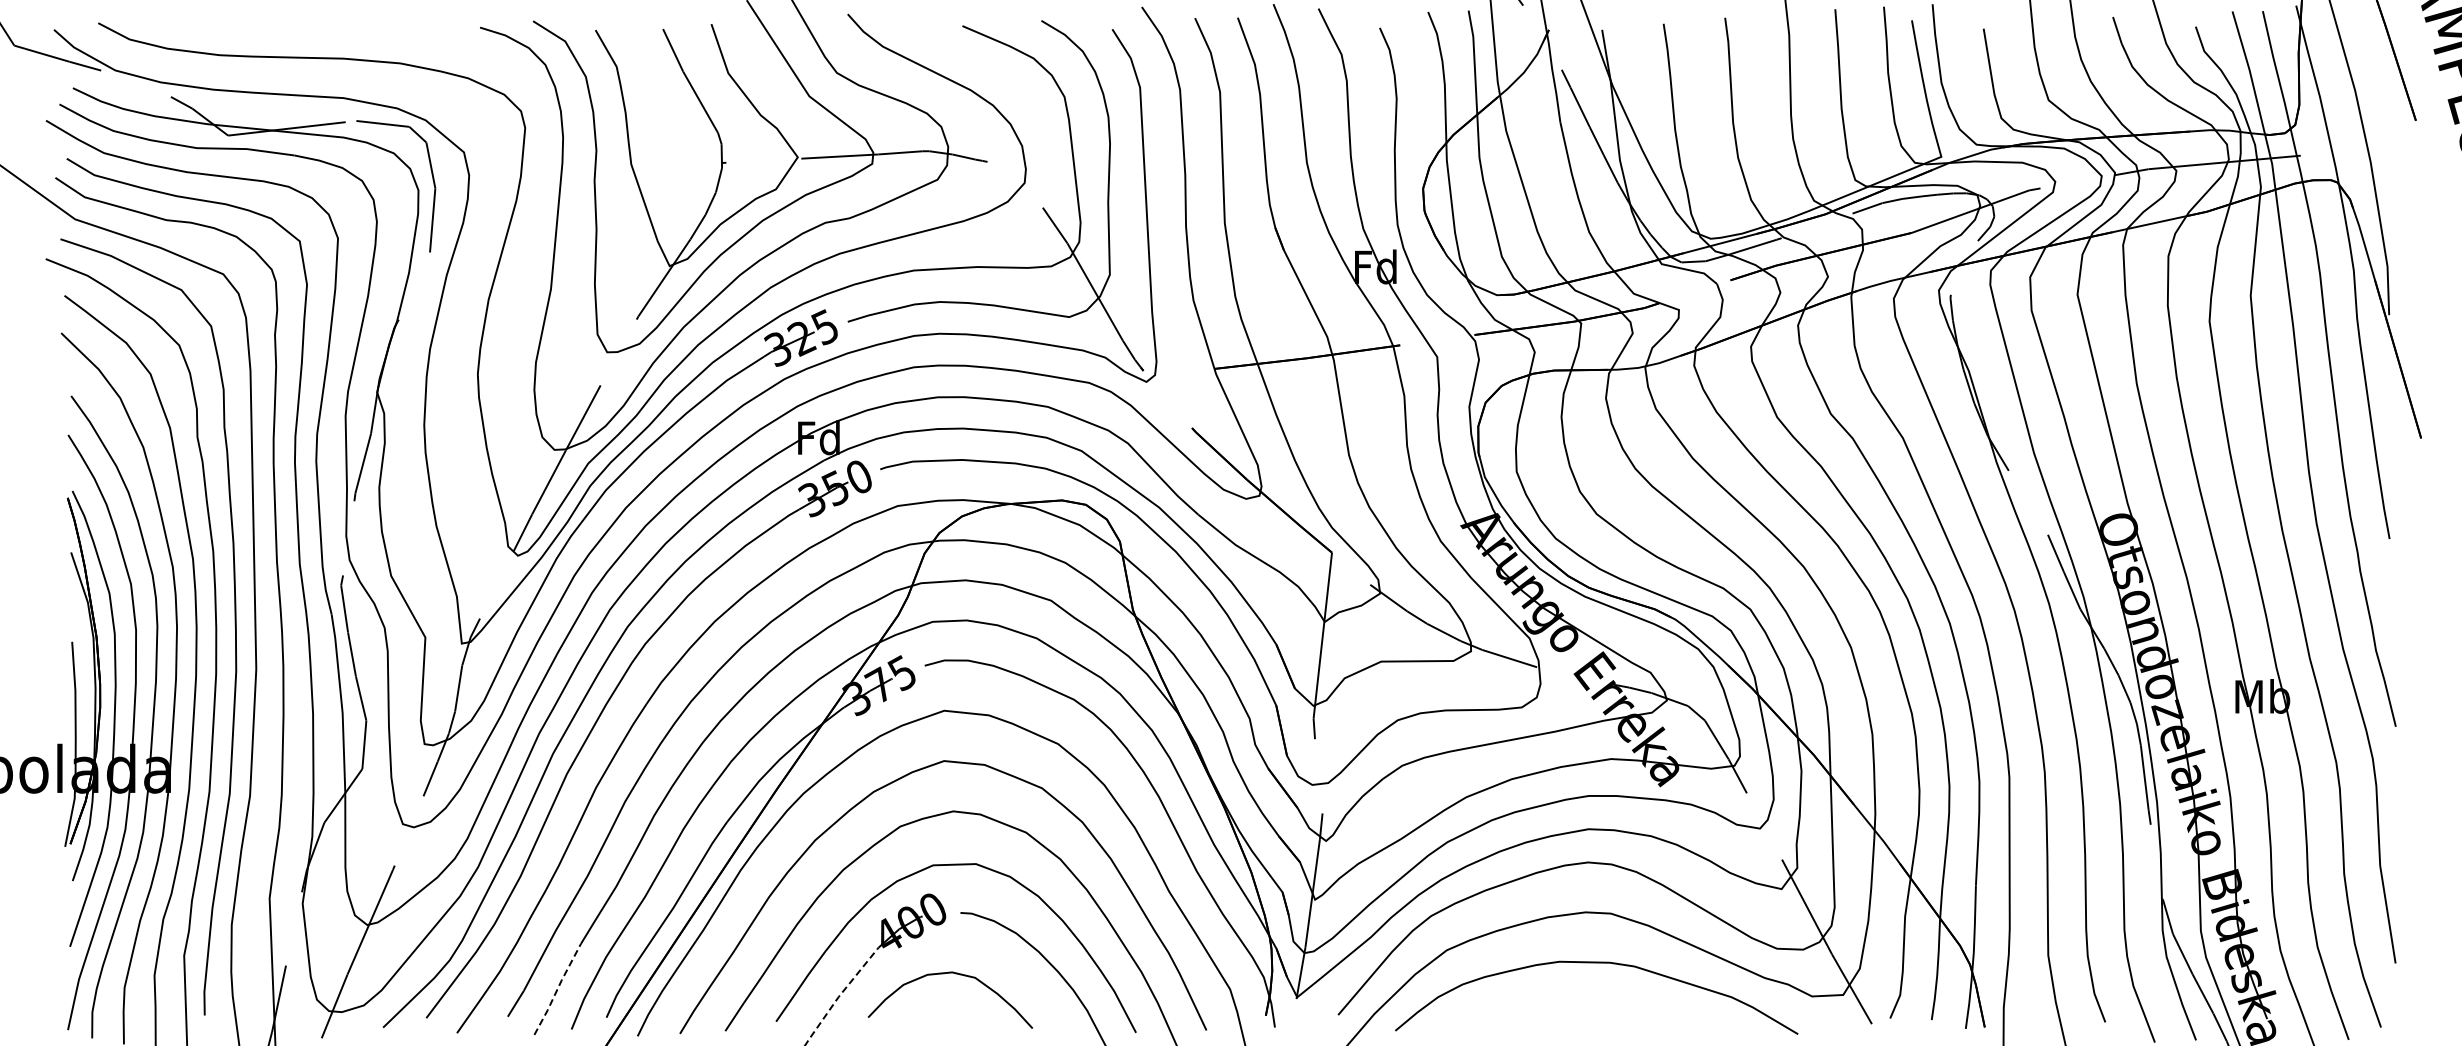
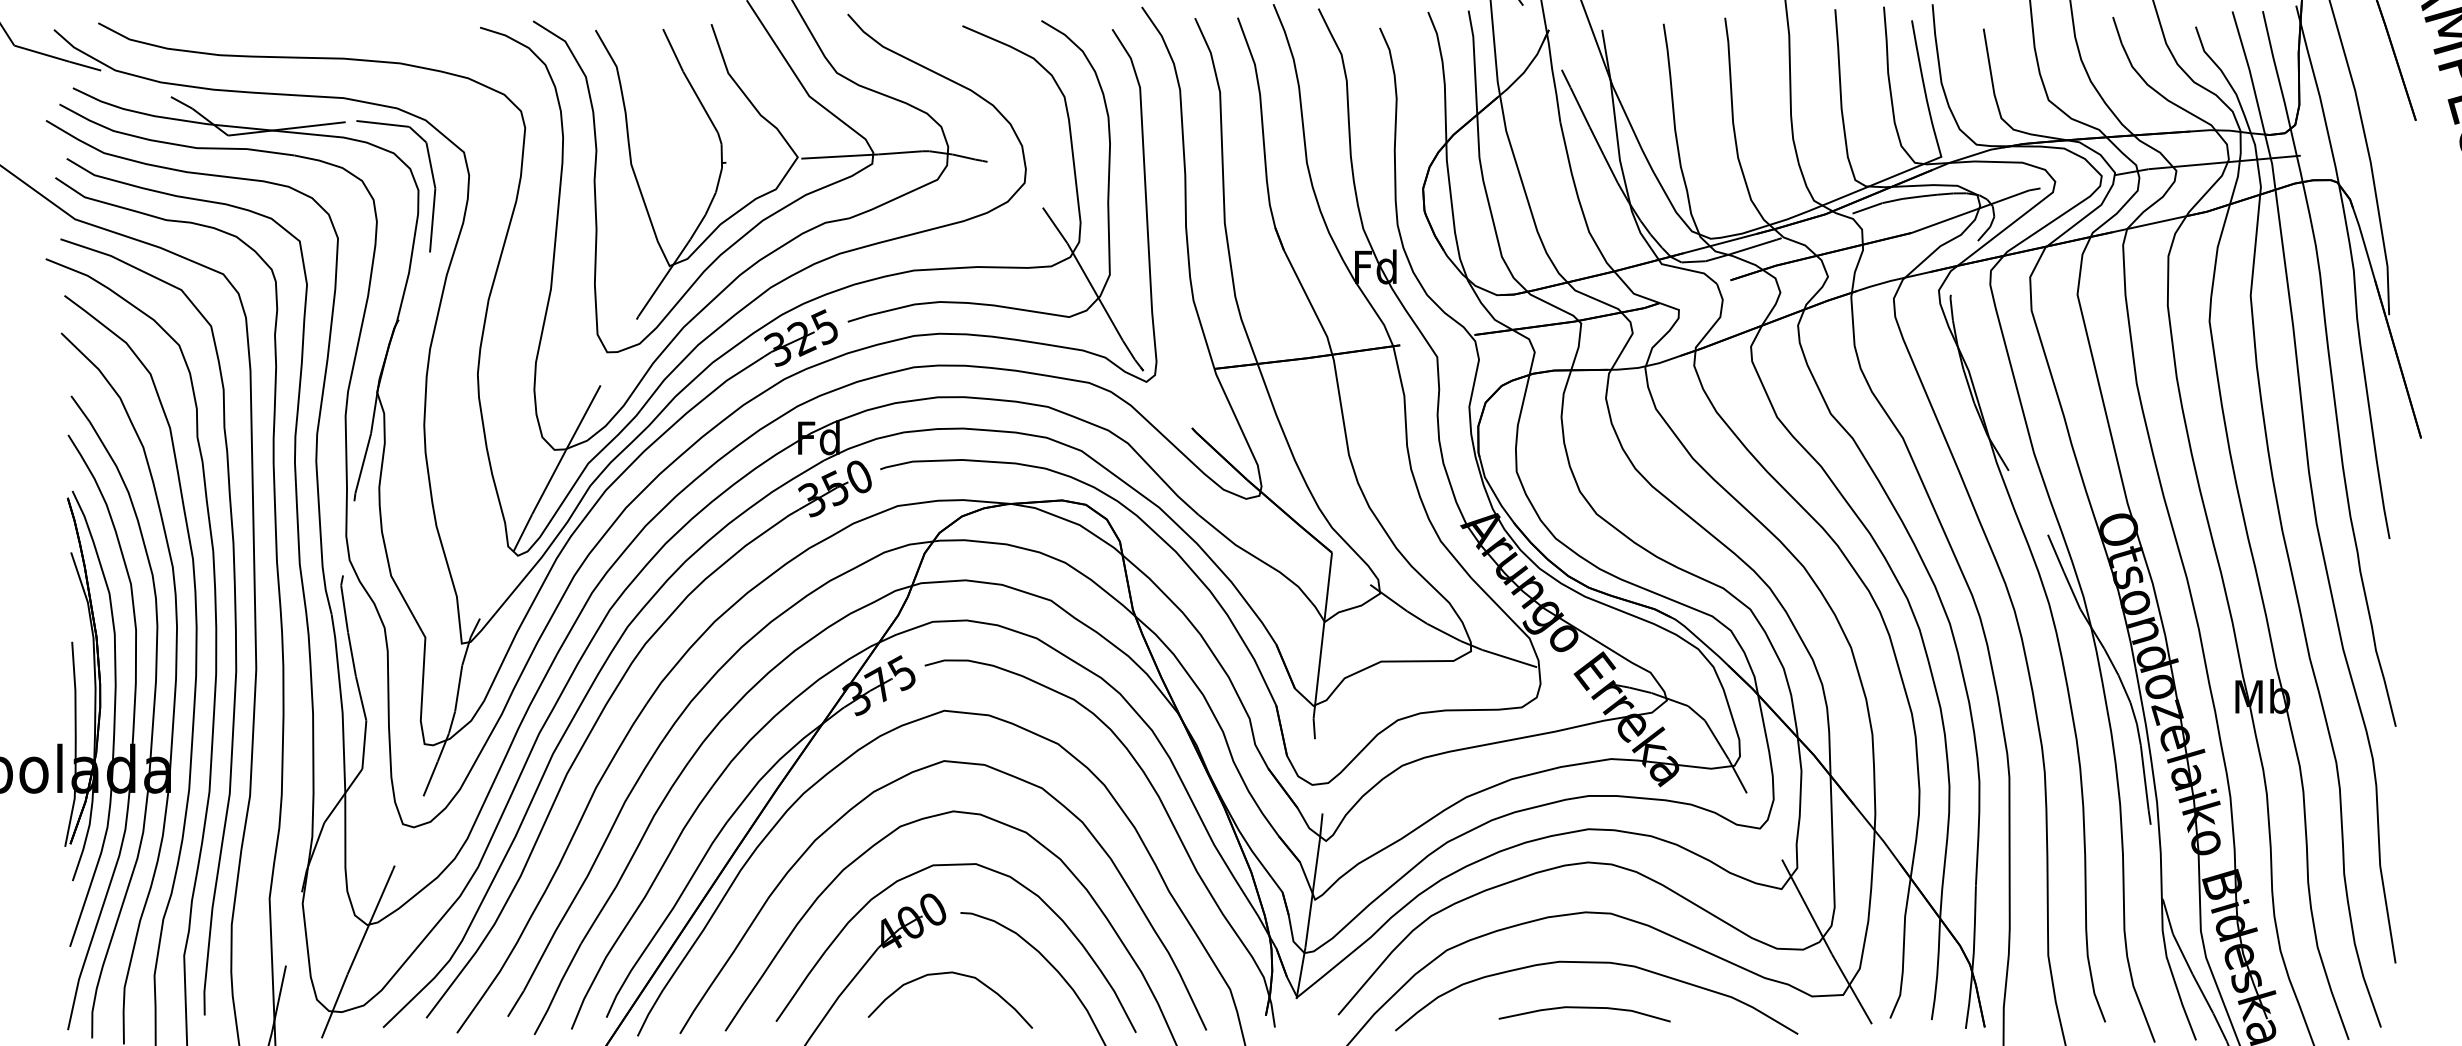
line at (557, 989): dashed -> solid
line at (839, 995): dashed -> solid
curve at (1584, 1008): none -> present
